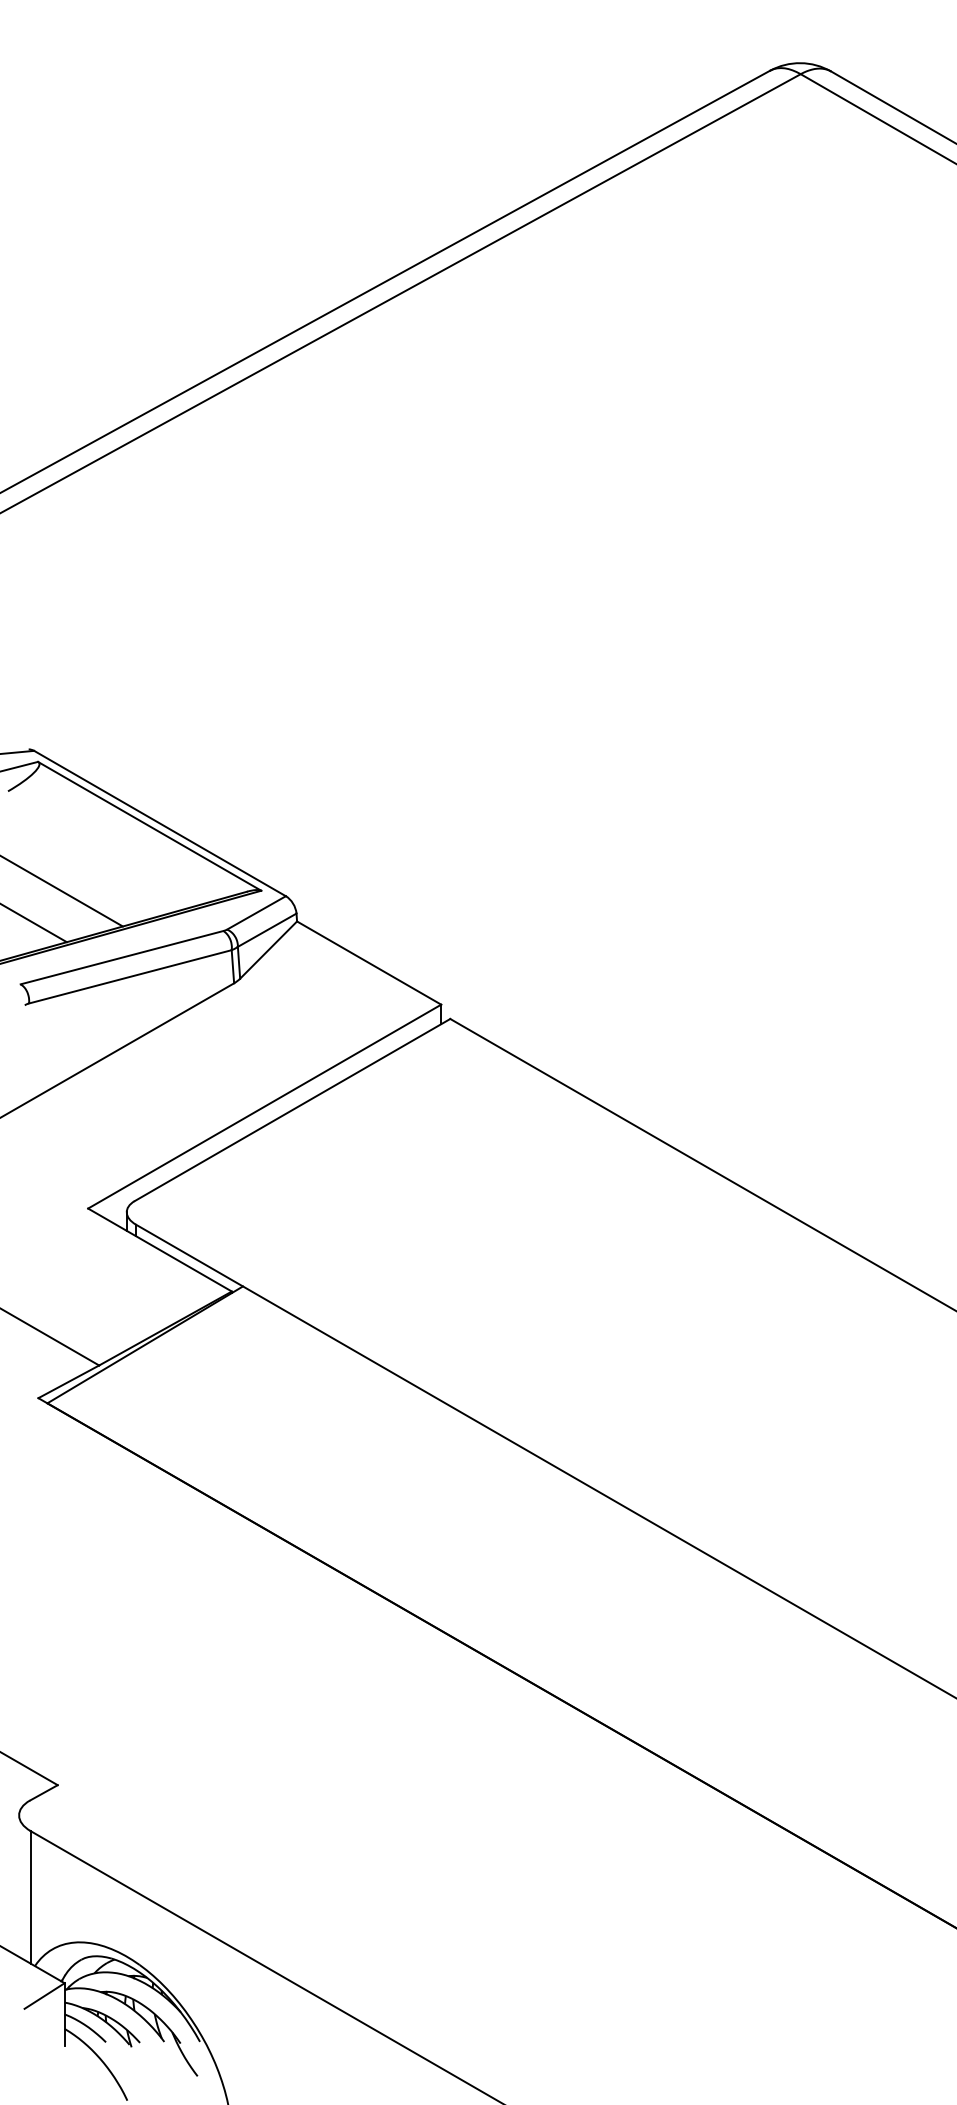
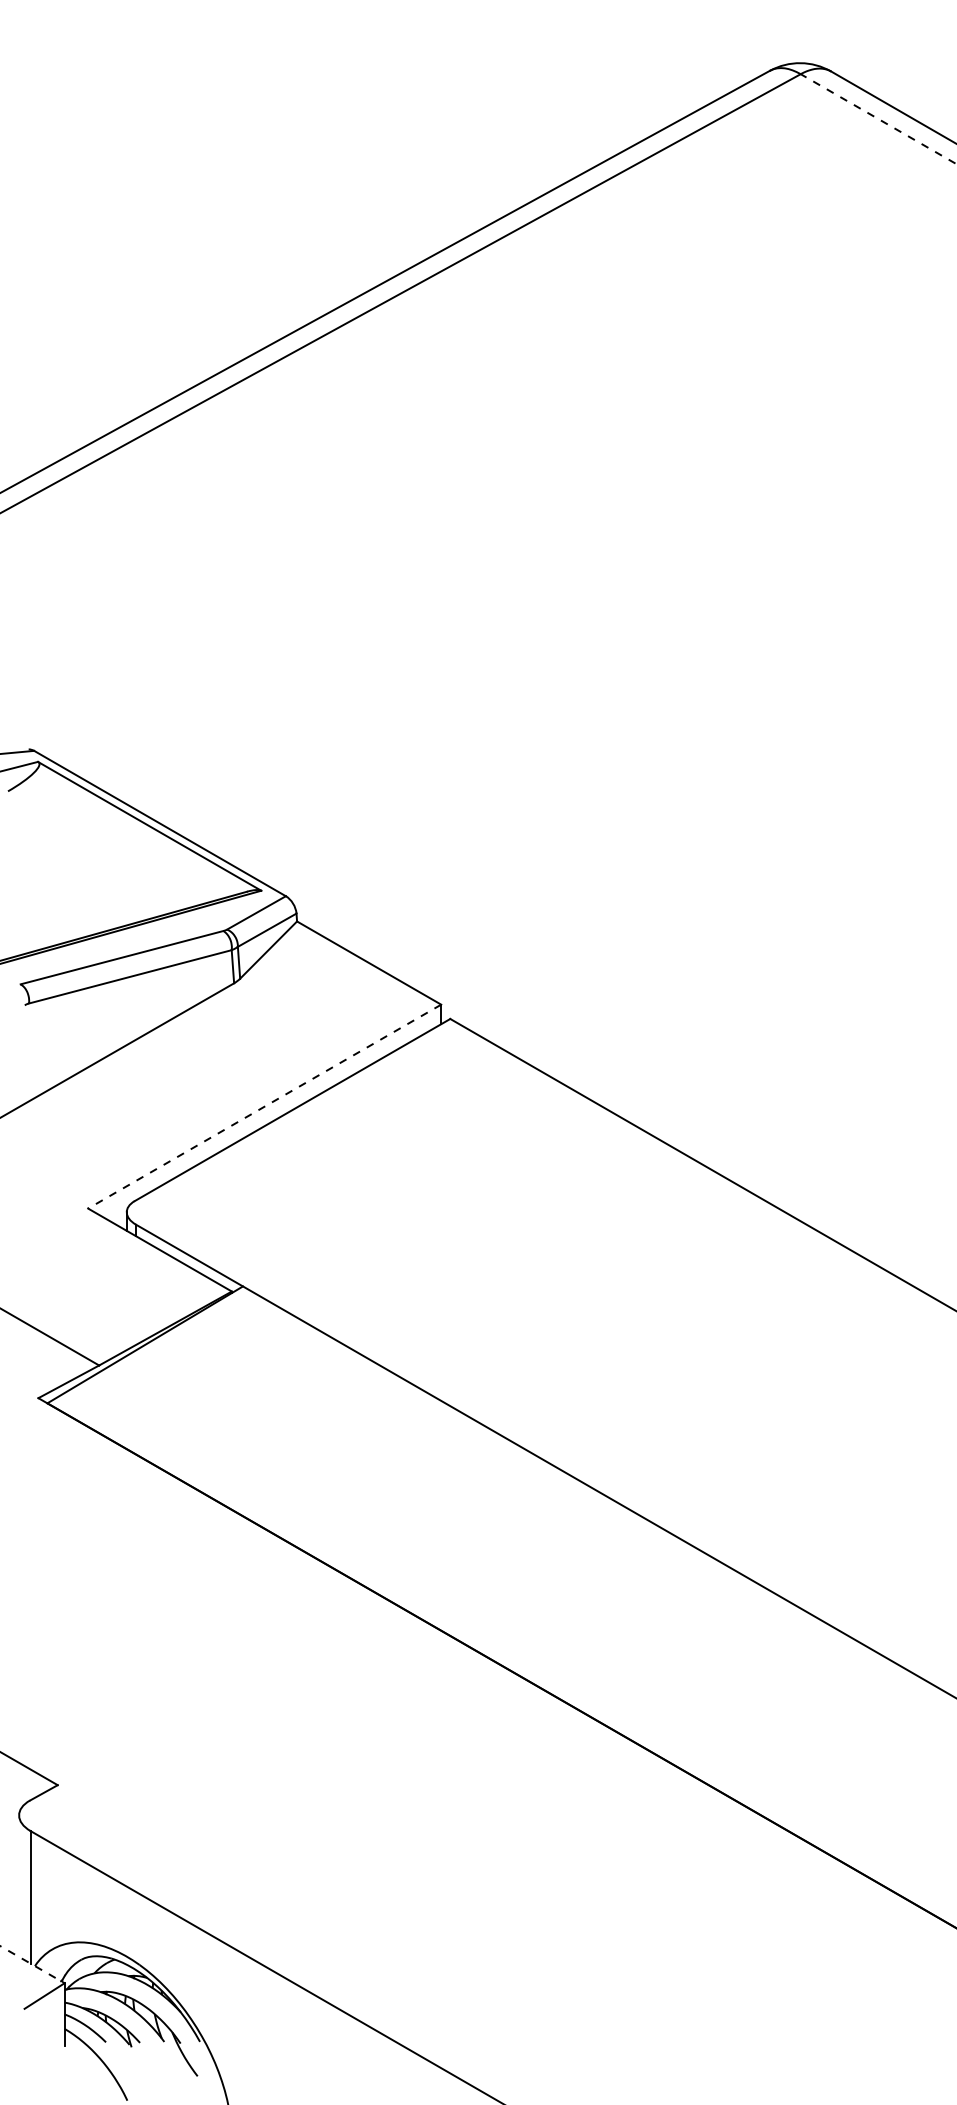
line at (878, 119): solid -> dashed
line at (62, 891): present -> none
line at (34, 923): present -> none
line at (264, 1106): solid -> dashed
line at (32, 1964): solid -> dashed
